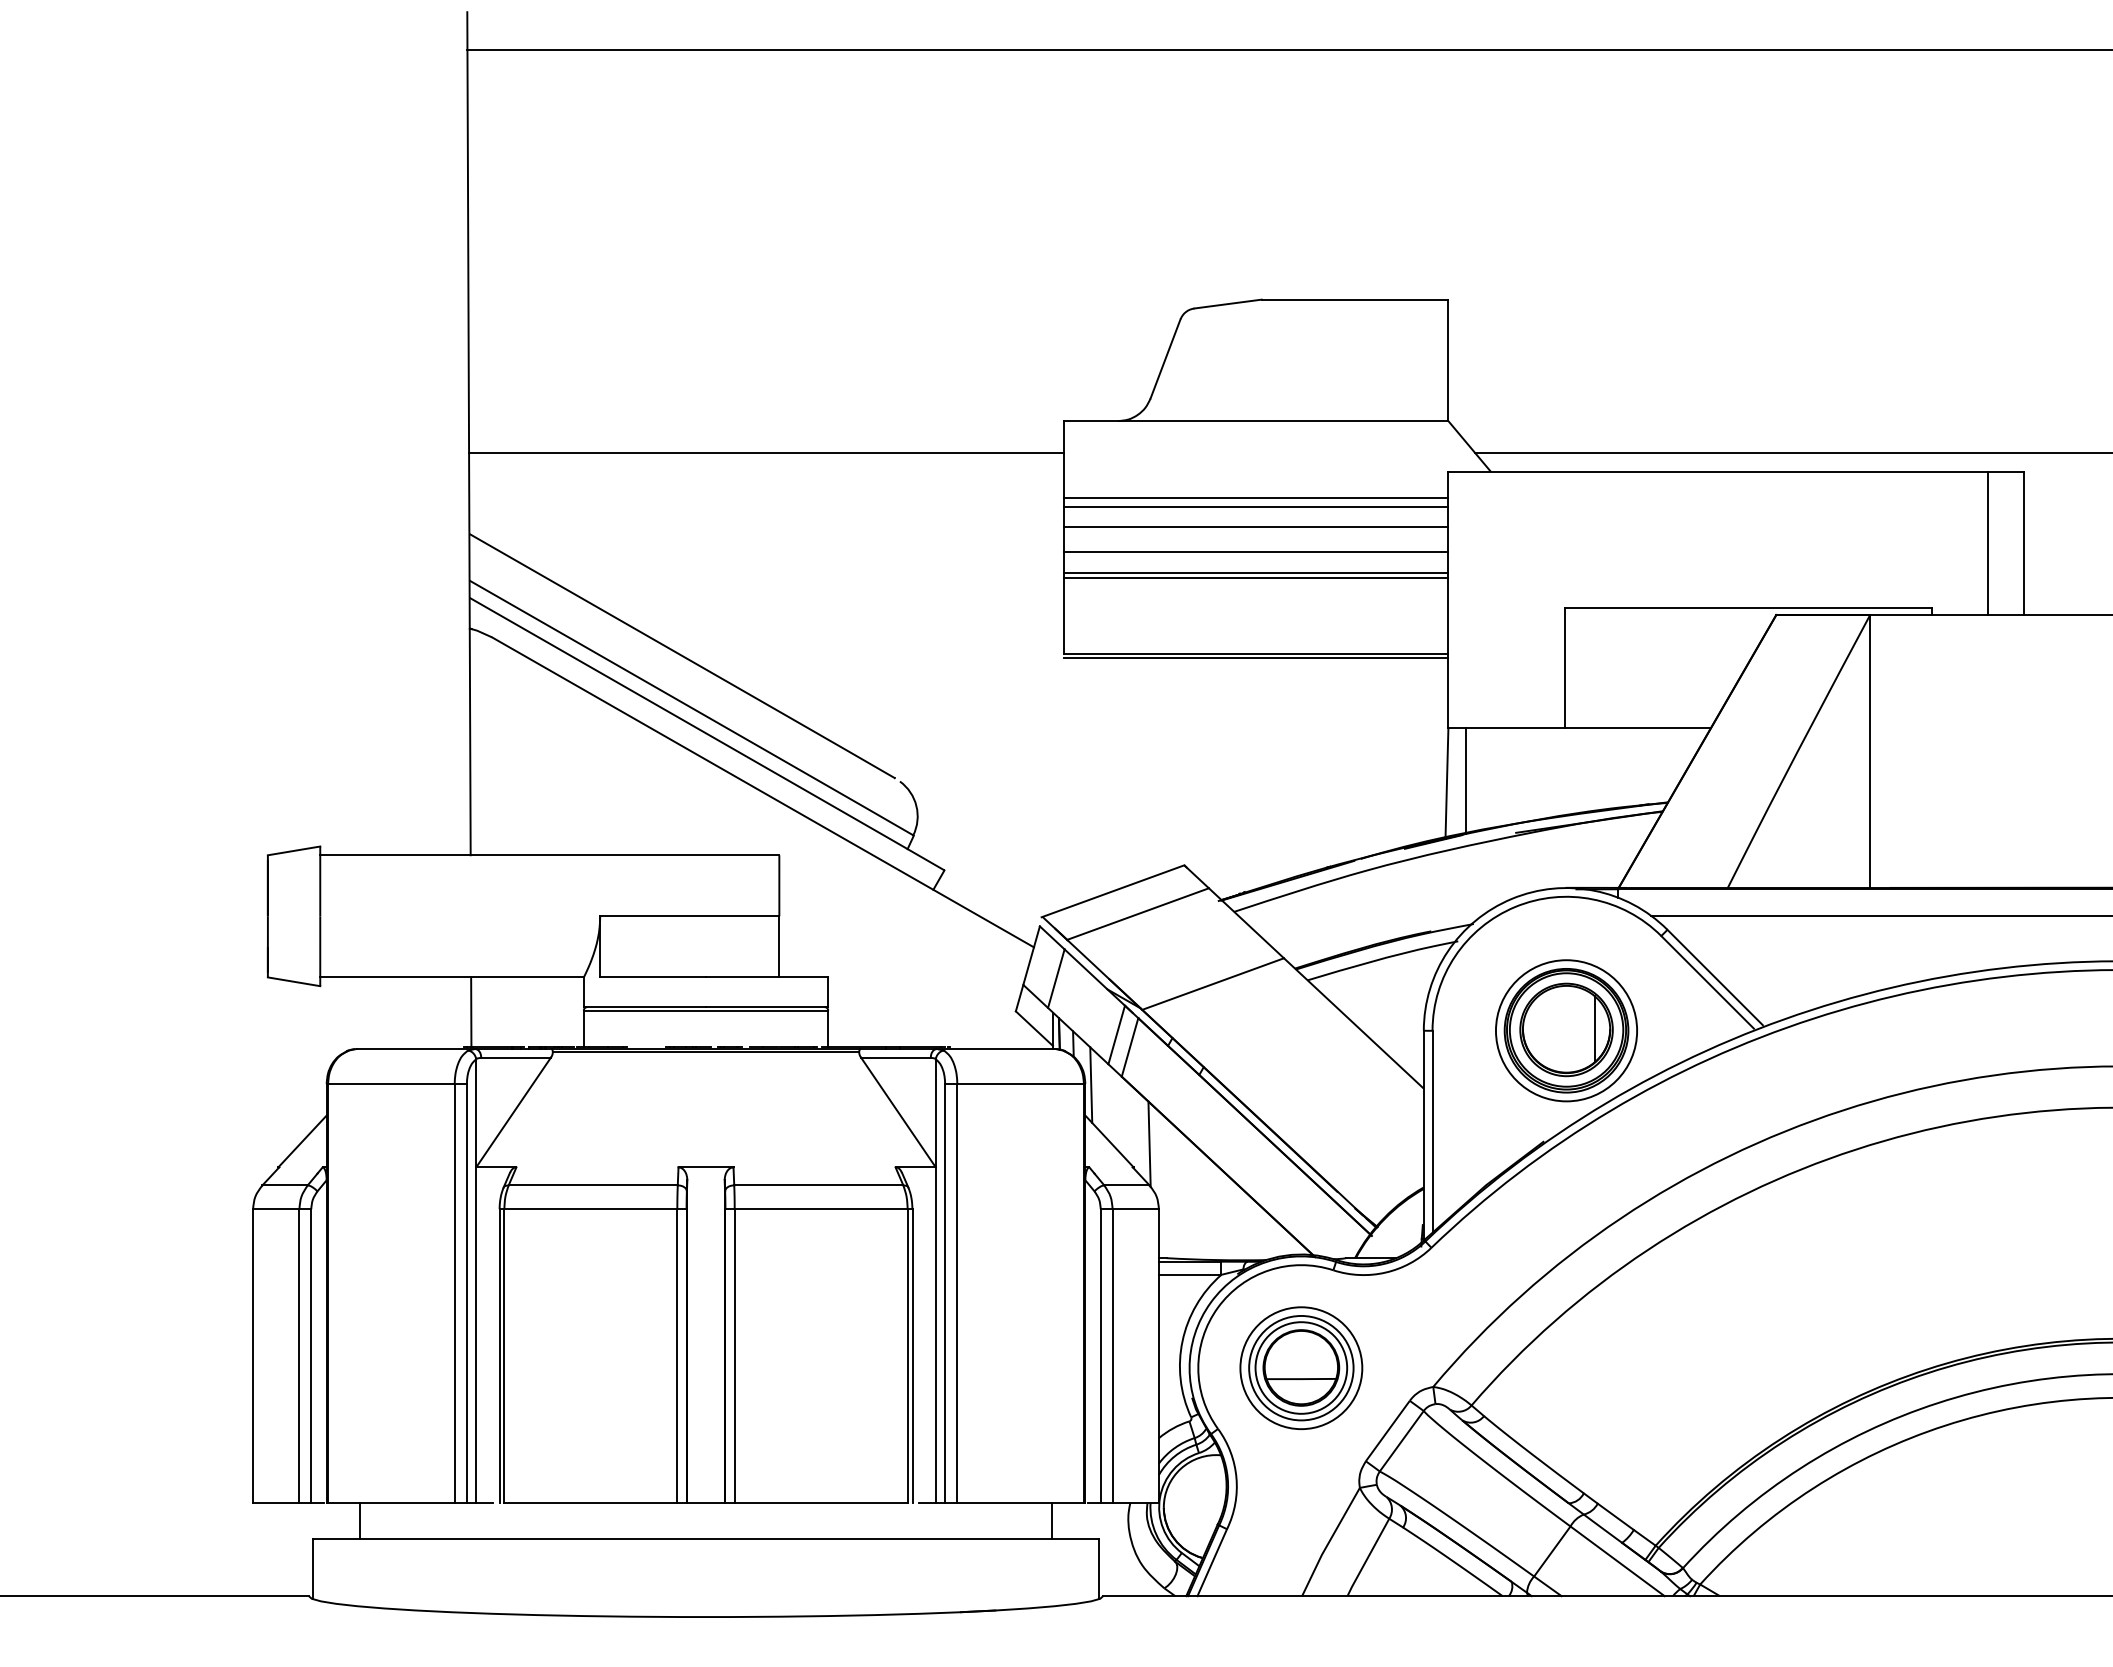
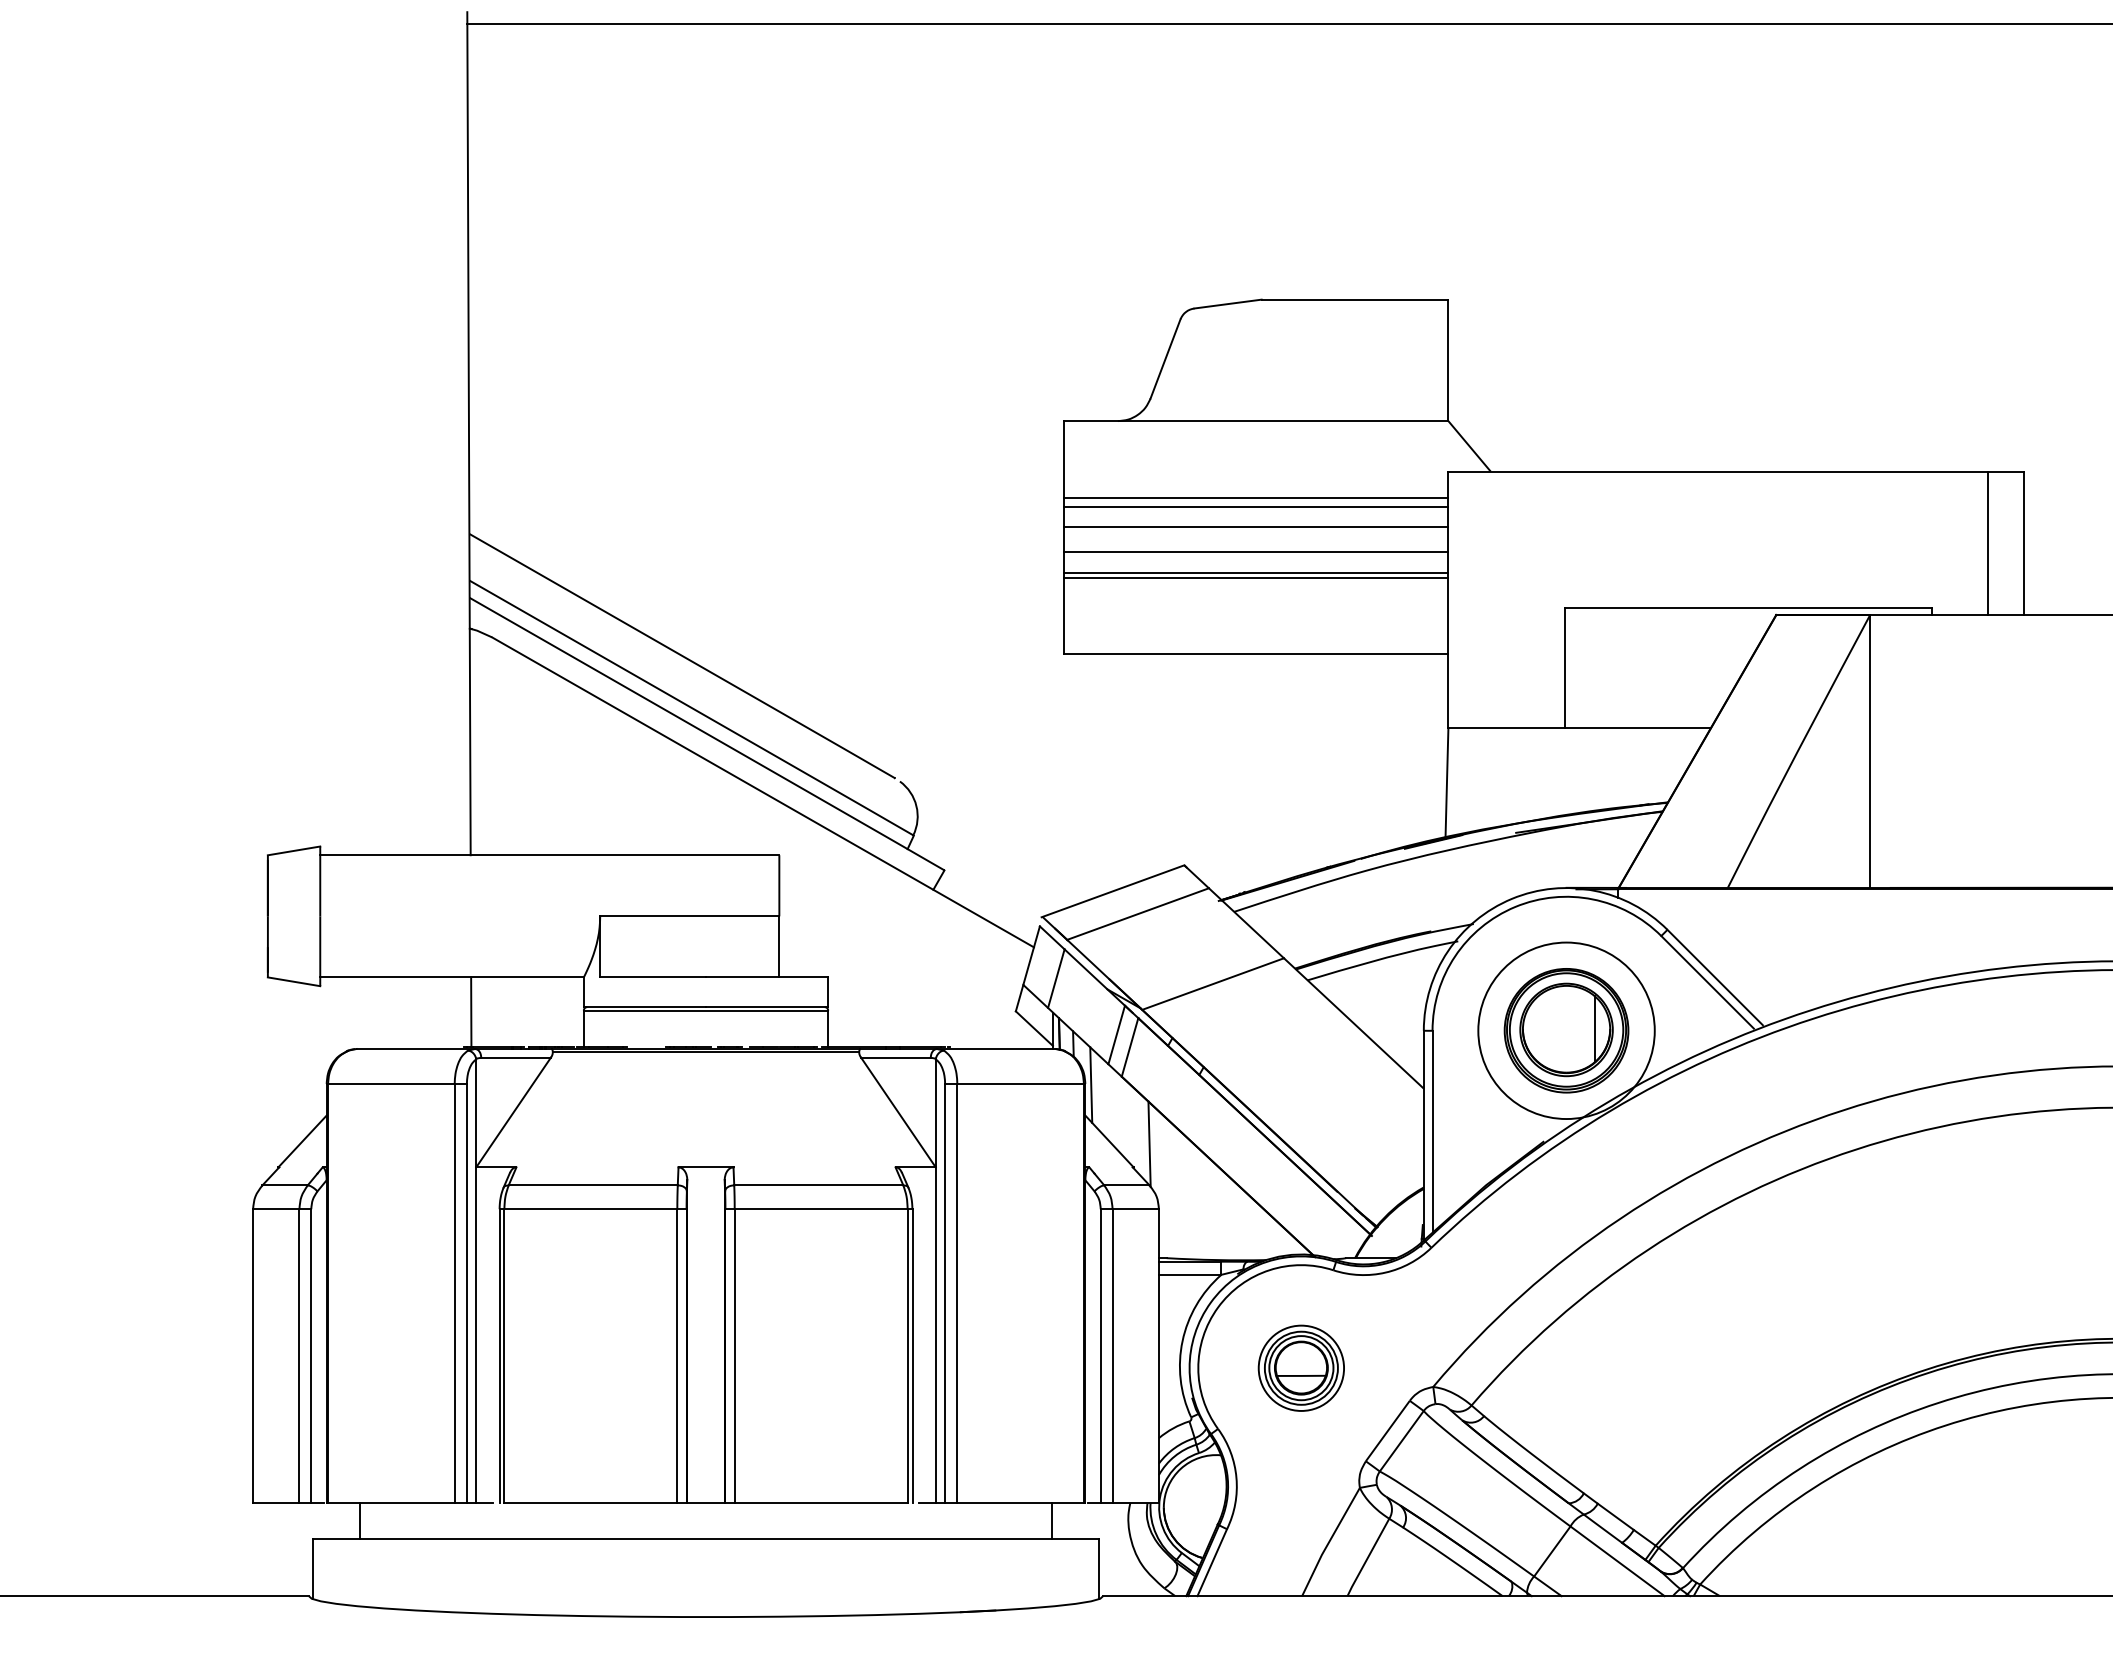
line at (1288, 49) position: (1288, 49) -> (1288, 23)
line at (766, 452): present -> none
line at (1792, 452): present -> none
line at (1256, 658): present -> none
line at (1465, 781): present -> none
line at (1879, 915): present -> none
circle at (1566, 1030) diameter: 141 px -> 176 px
part at (1301, 1368) size: 125x125 px -> 88x88 px
